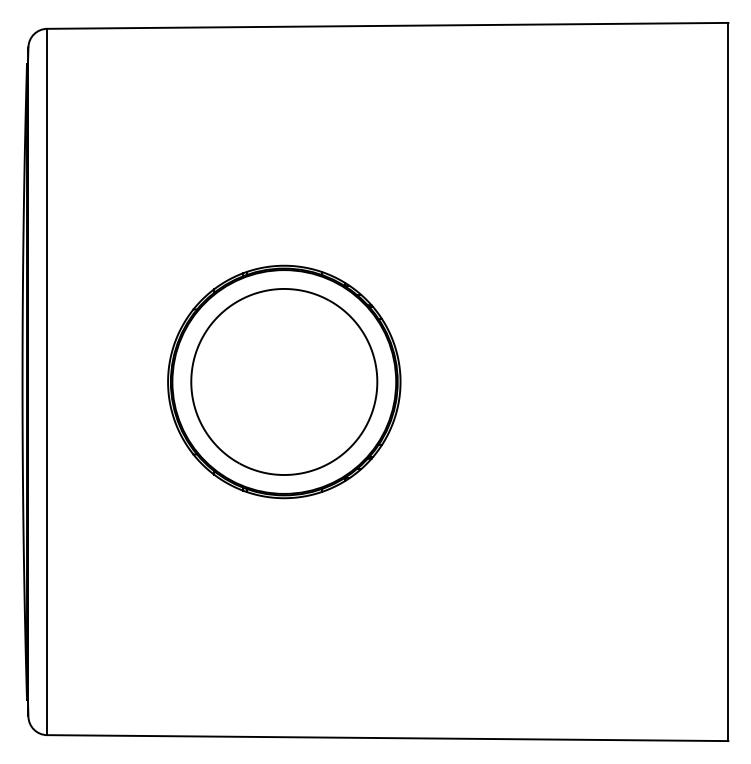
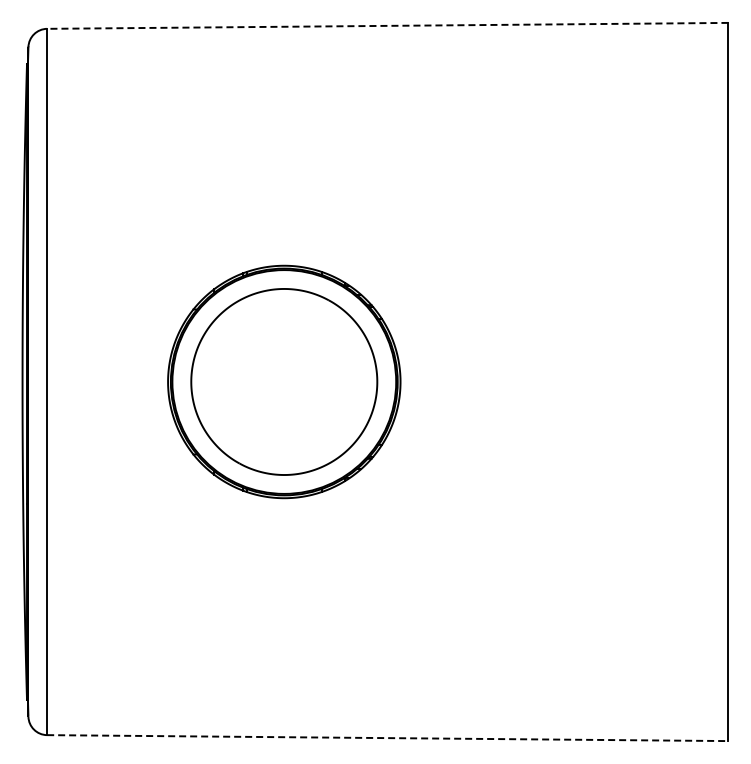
line at (387, 25): solid -> dashed
line at (387, 738): solid -> dashed
